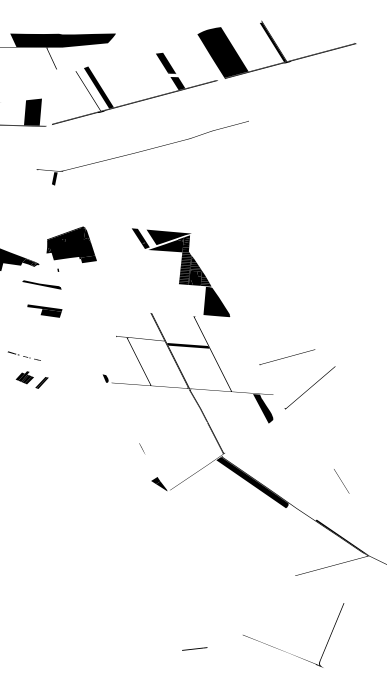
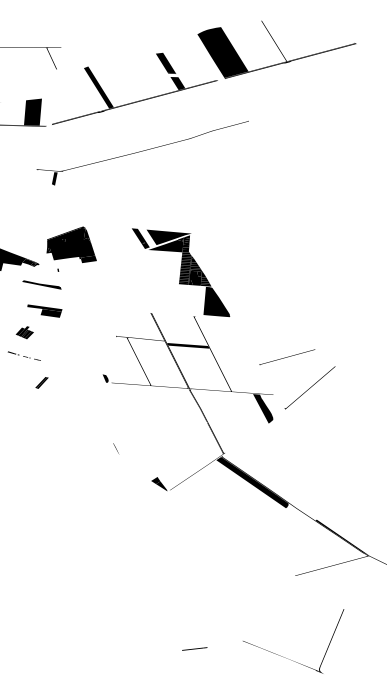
fill at (62, 40): present -> none
fill at (272, 42): present -> none
fill at (88, 91): present -> none
part at (24, 377) position: (24, 377) -> (24, 332)
part at (142, 448) position: (142, 448) -> (116, 448)
part at (341, 481): present -> none
part at (285, 651) position: (285, 651) -> (285, 657)
